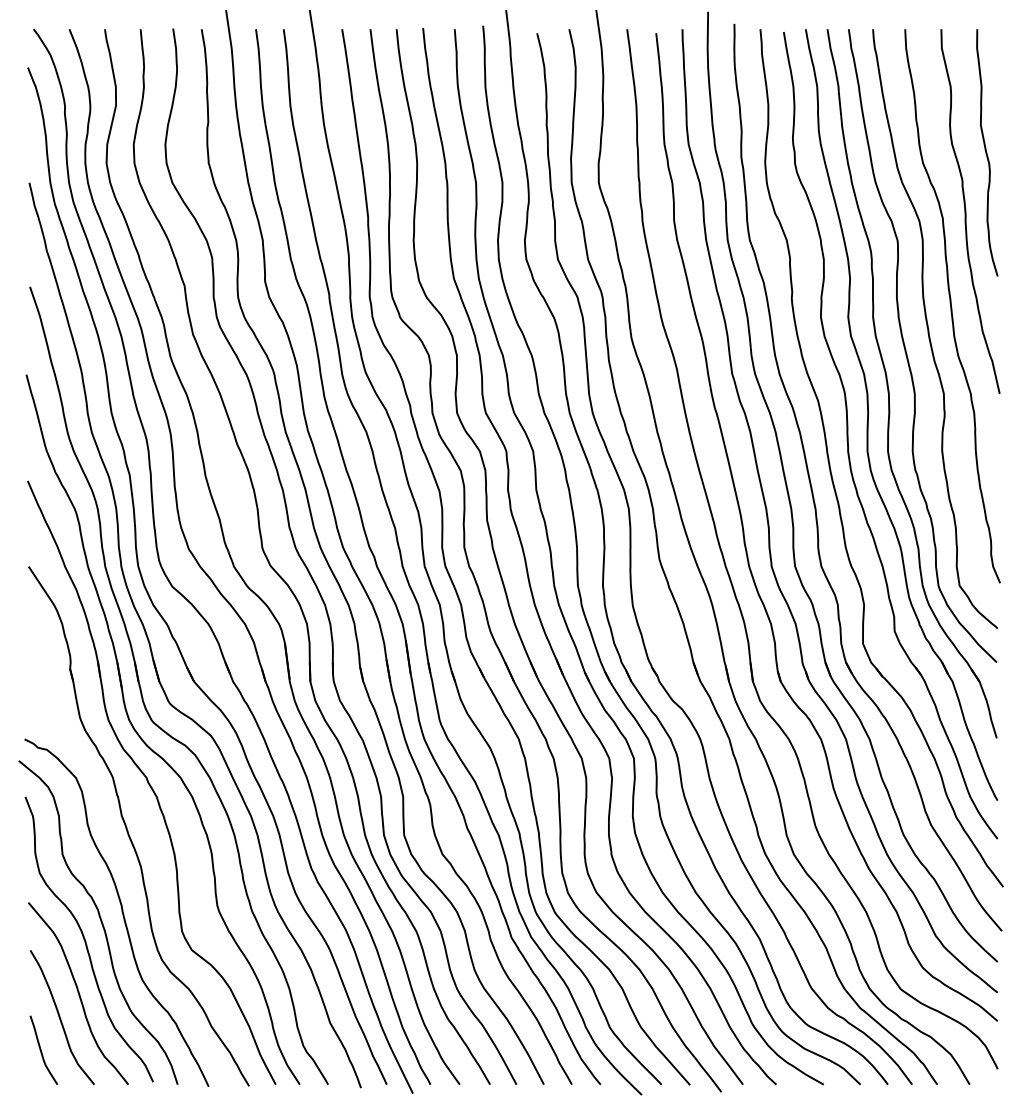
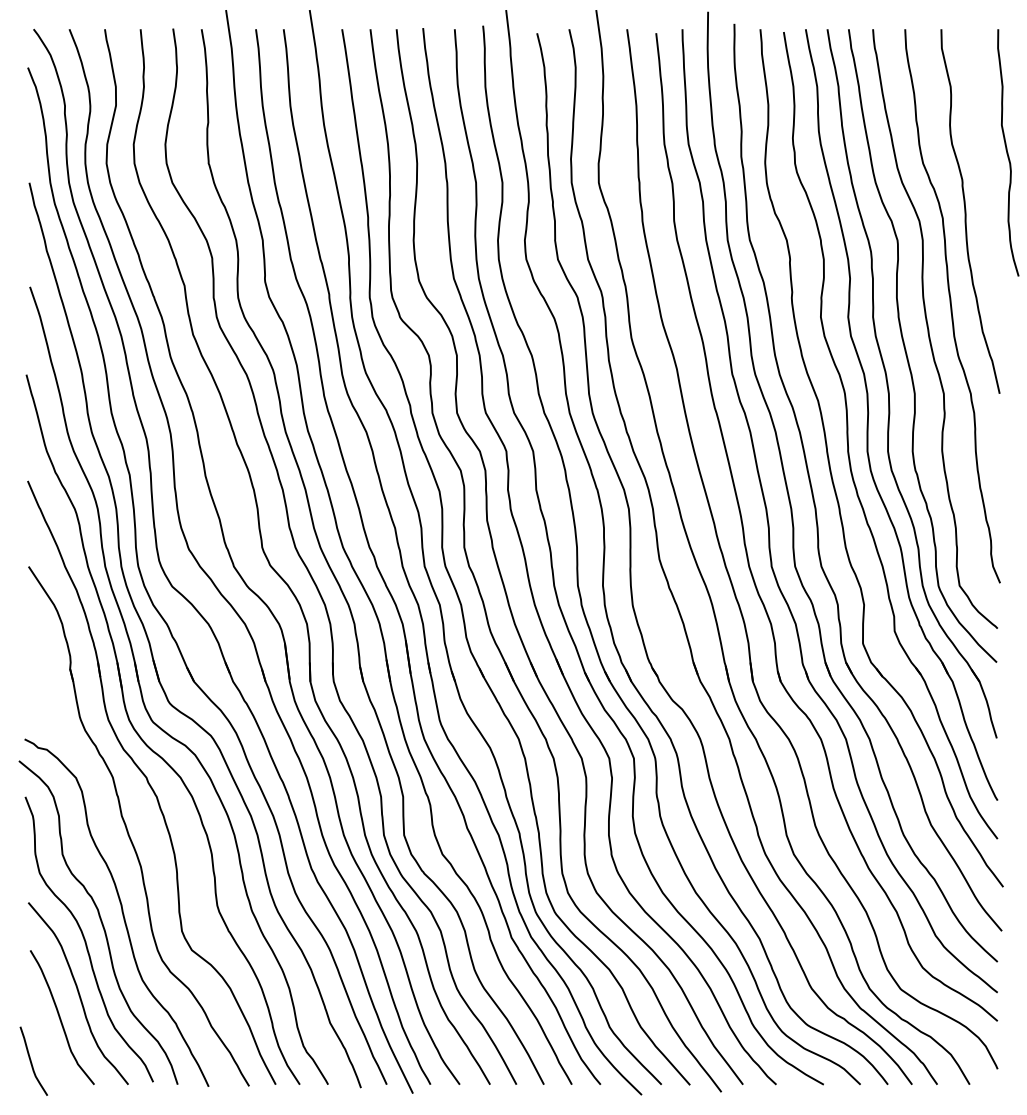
curve at (987, 152) position: (987, 152) -> (1008, 152)
curve at (41, 1049) position: (41, 1049) -> (31, 1060)
